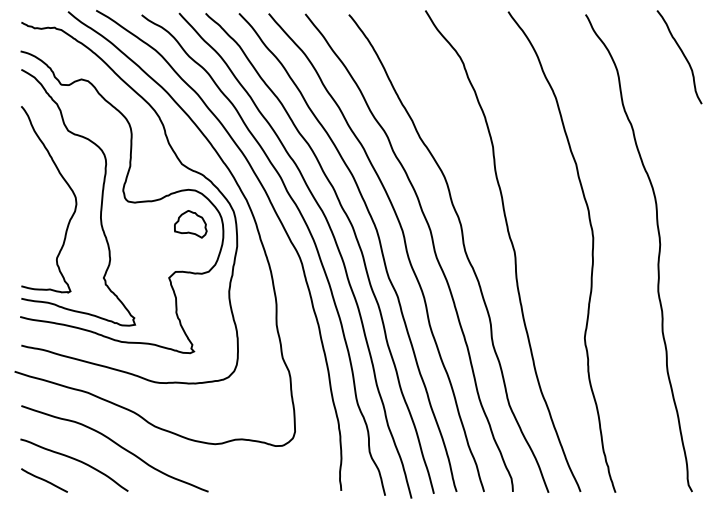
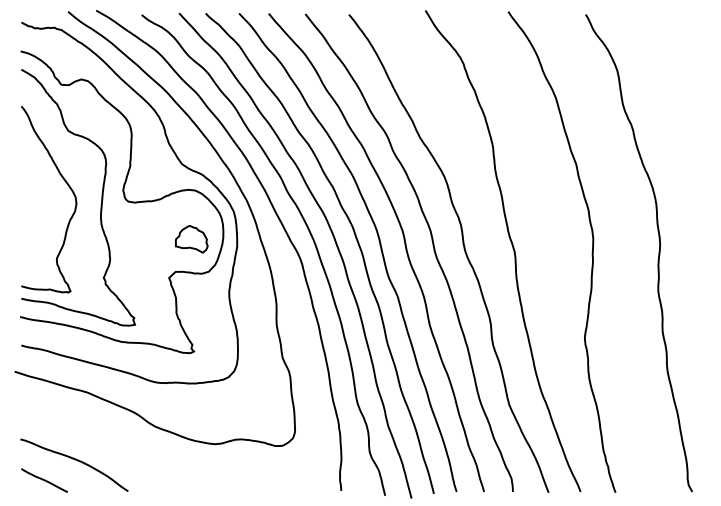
curve at (683, 56): present -> none
part at (190, 224) position: (190, 224) -> (191, 239)
curve at (115, 444): present -> none
